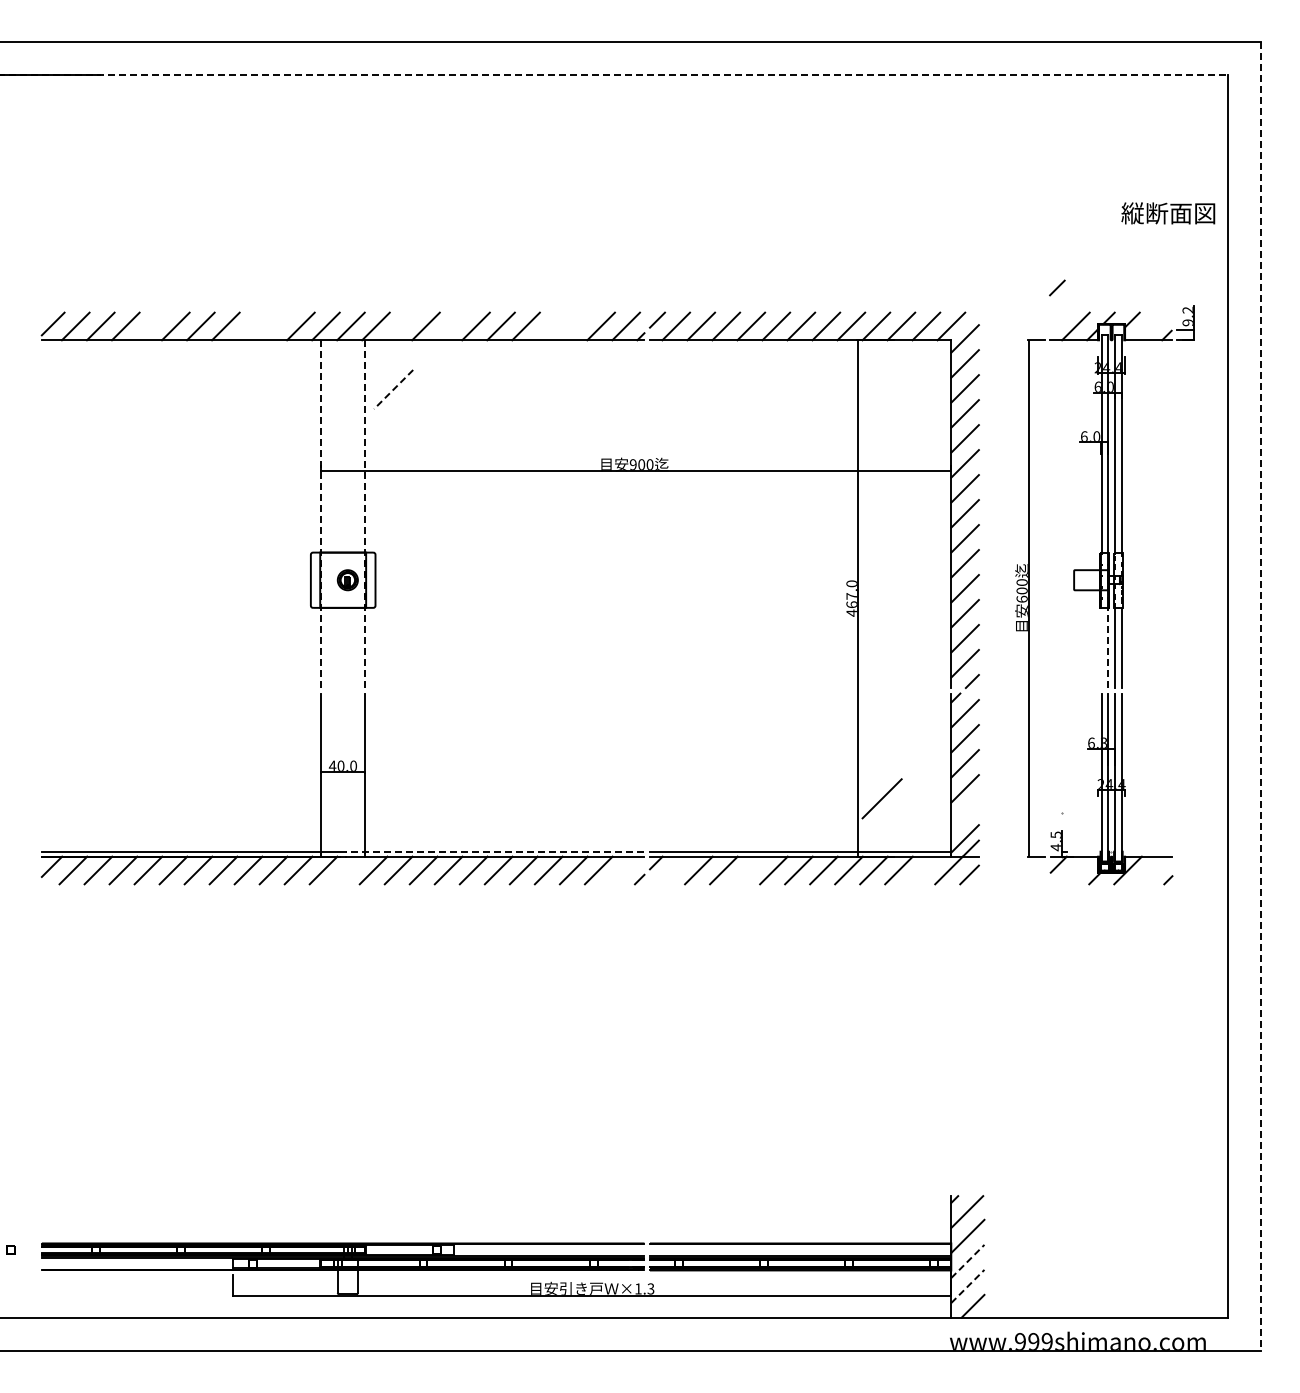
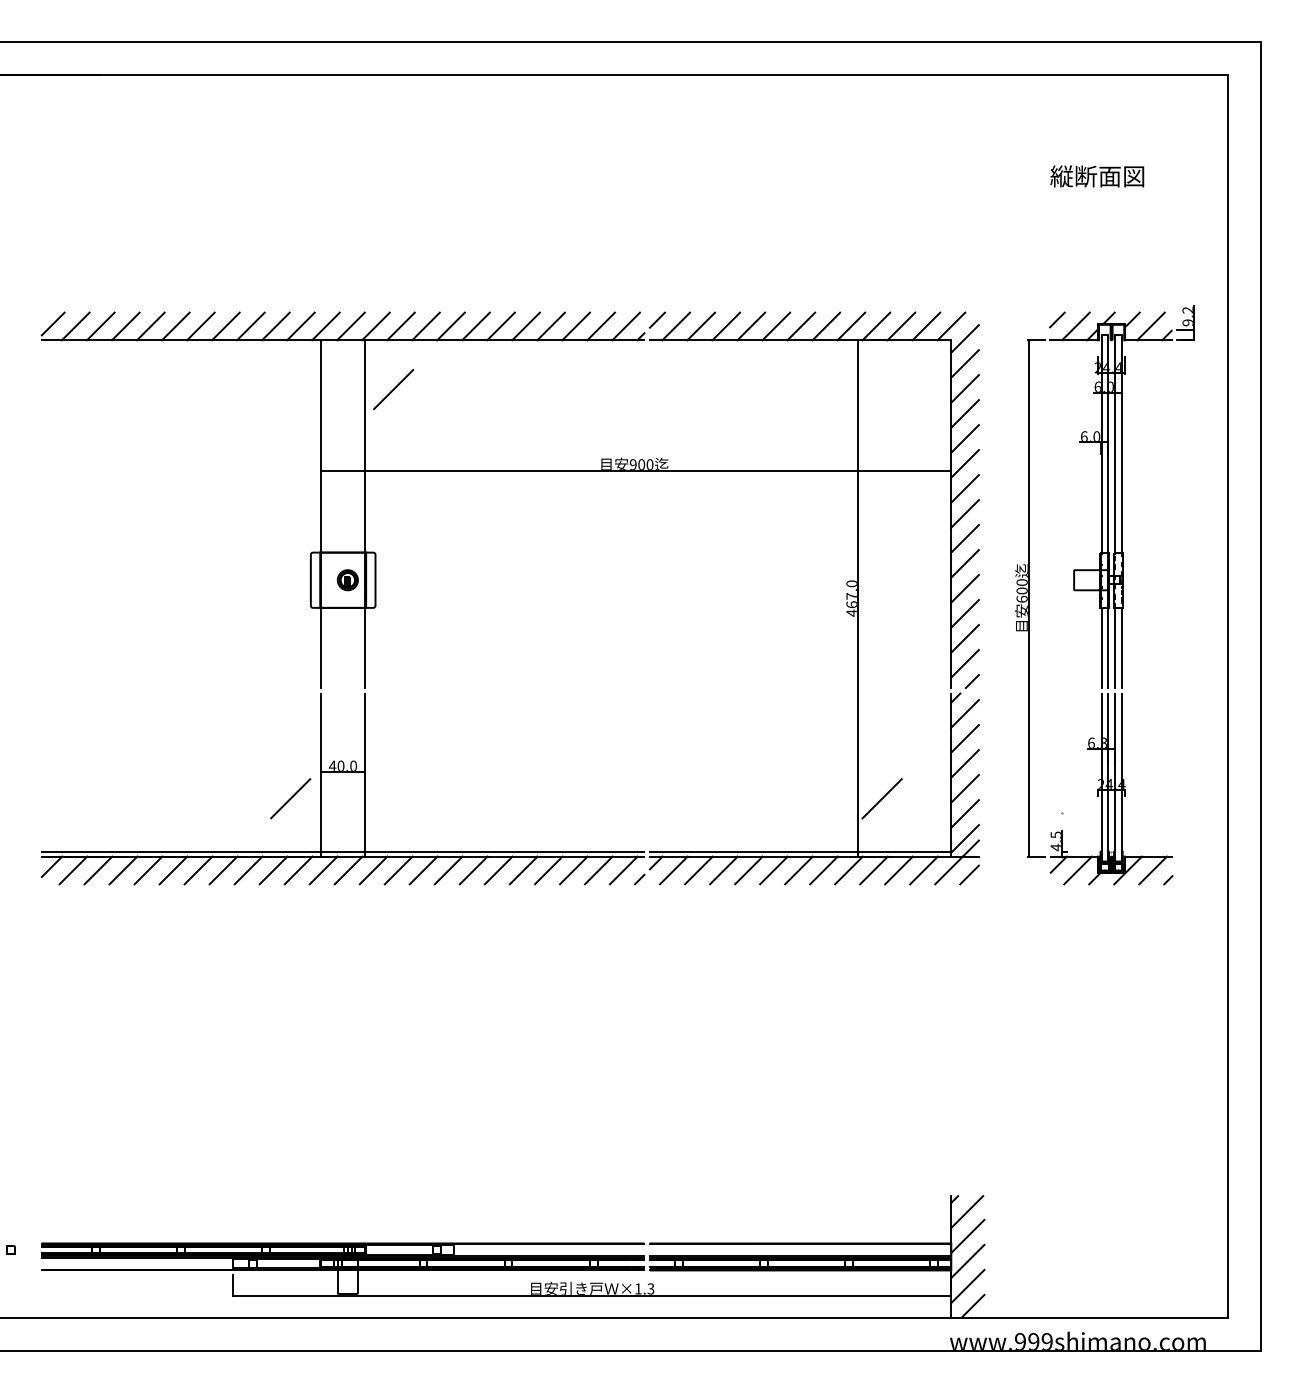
line at (613, 74): dashed -> solid
text at (1168, 213) position: (1168, 213) -> (1097, 176)
line at (1057, 287) position: (1057, 287) -> (1057, 319)
line at (150, 326): none -> present
line at (250, 326): none -> present
line at (275, 326): none -> present
line at (400, 326): none -> present
line at (450, 326): none -> present
line at (550, 326): none -> present
line at (575, 326): none -> present
line at (1150, 326): none -> present
line at (393, 389): dashed -> solid
line at (321, 514): dashed -> solid
line at (365, 514): dashed -> solid
line at (1101, 647): none -> present
line at (1108, 647): dashed -> solid
line at (1260, 696): dashed -> solid
line at (290, 798): none -> present
line at (964, 813): none -> present
line at (494, 851): dashed -> solid
line at (348, 870): none -> present
line at (623, 870): none -> present
line at (673, 870): none -> present
line at (748, 870): none -> present
line at (923, 870): none -> present
line at (1077, 870): none -> present
line at (1152, 870): none -> present
line at (968, 1261): dashed -> solid
line at (968, 1286): dashed -> solid
